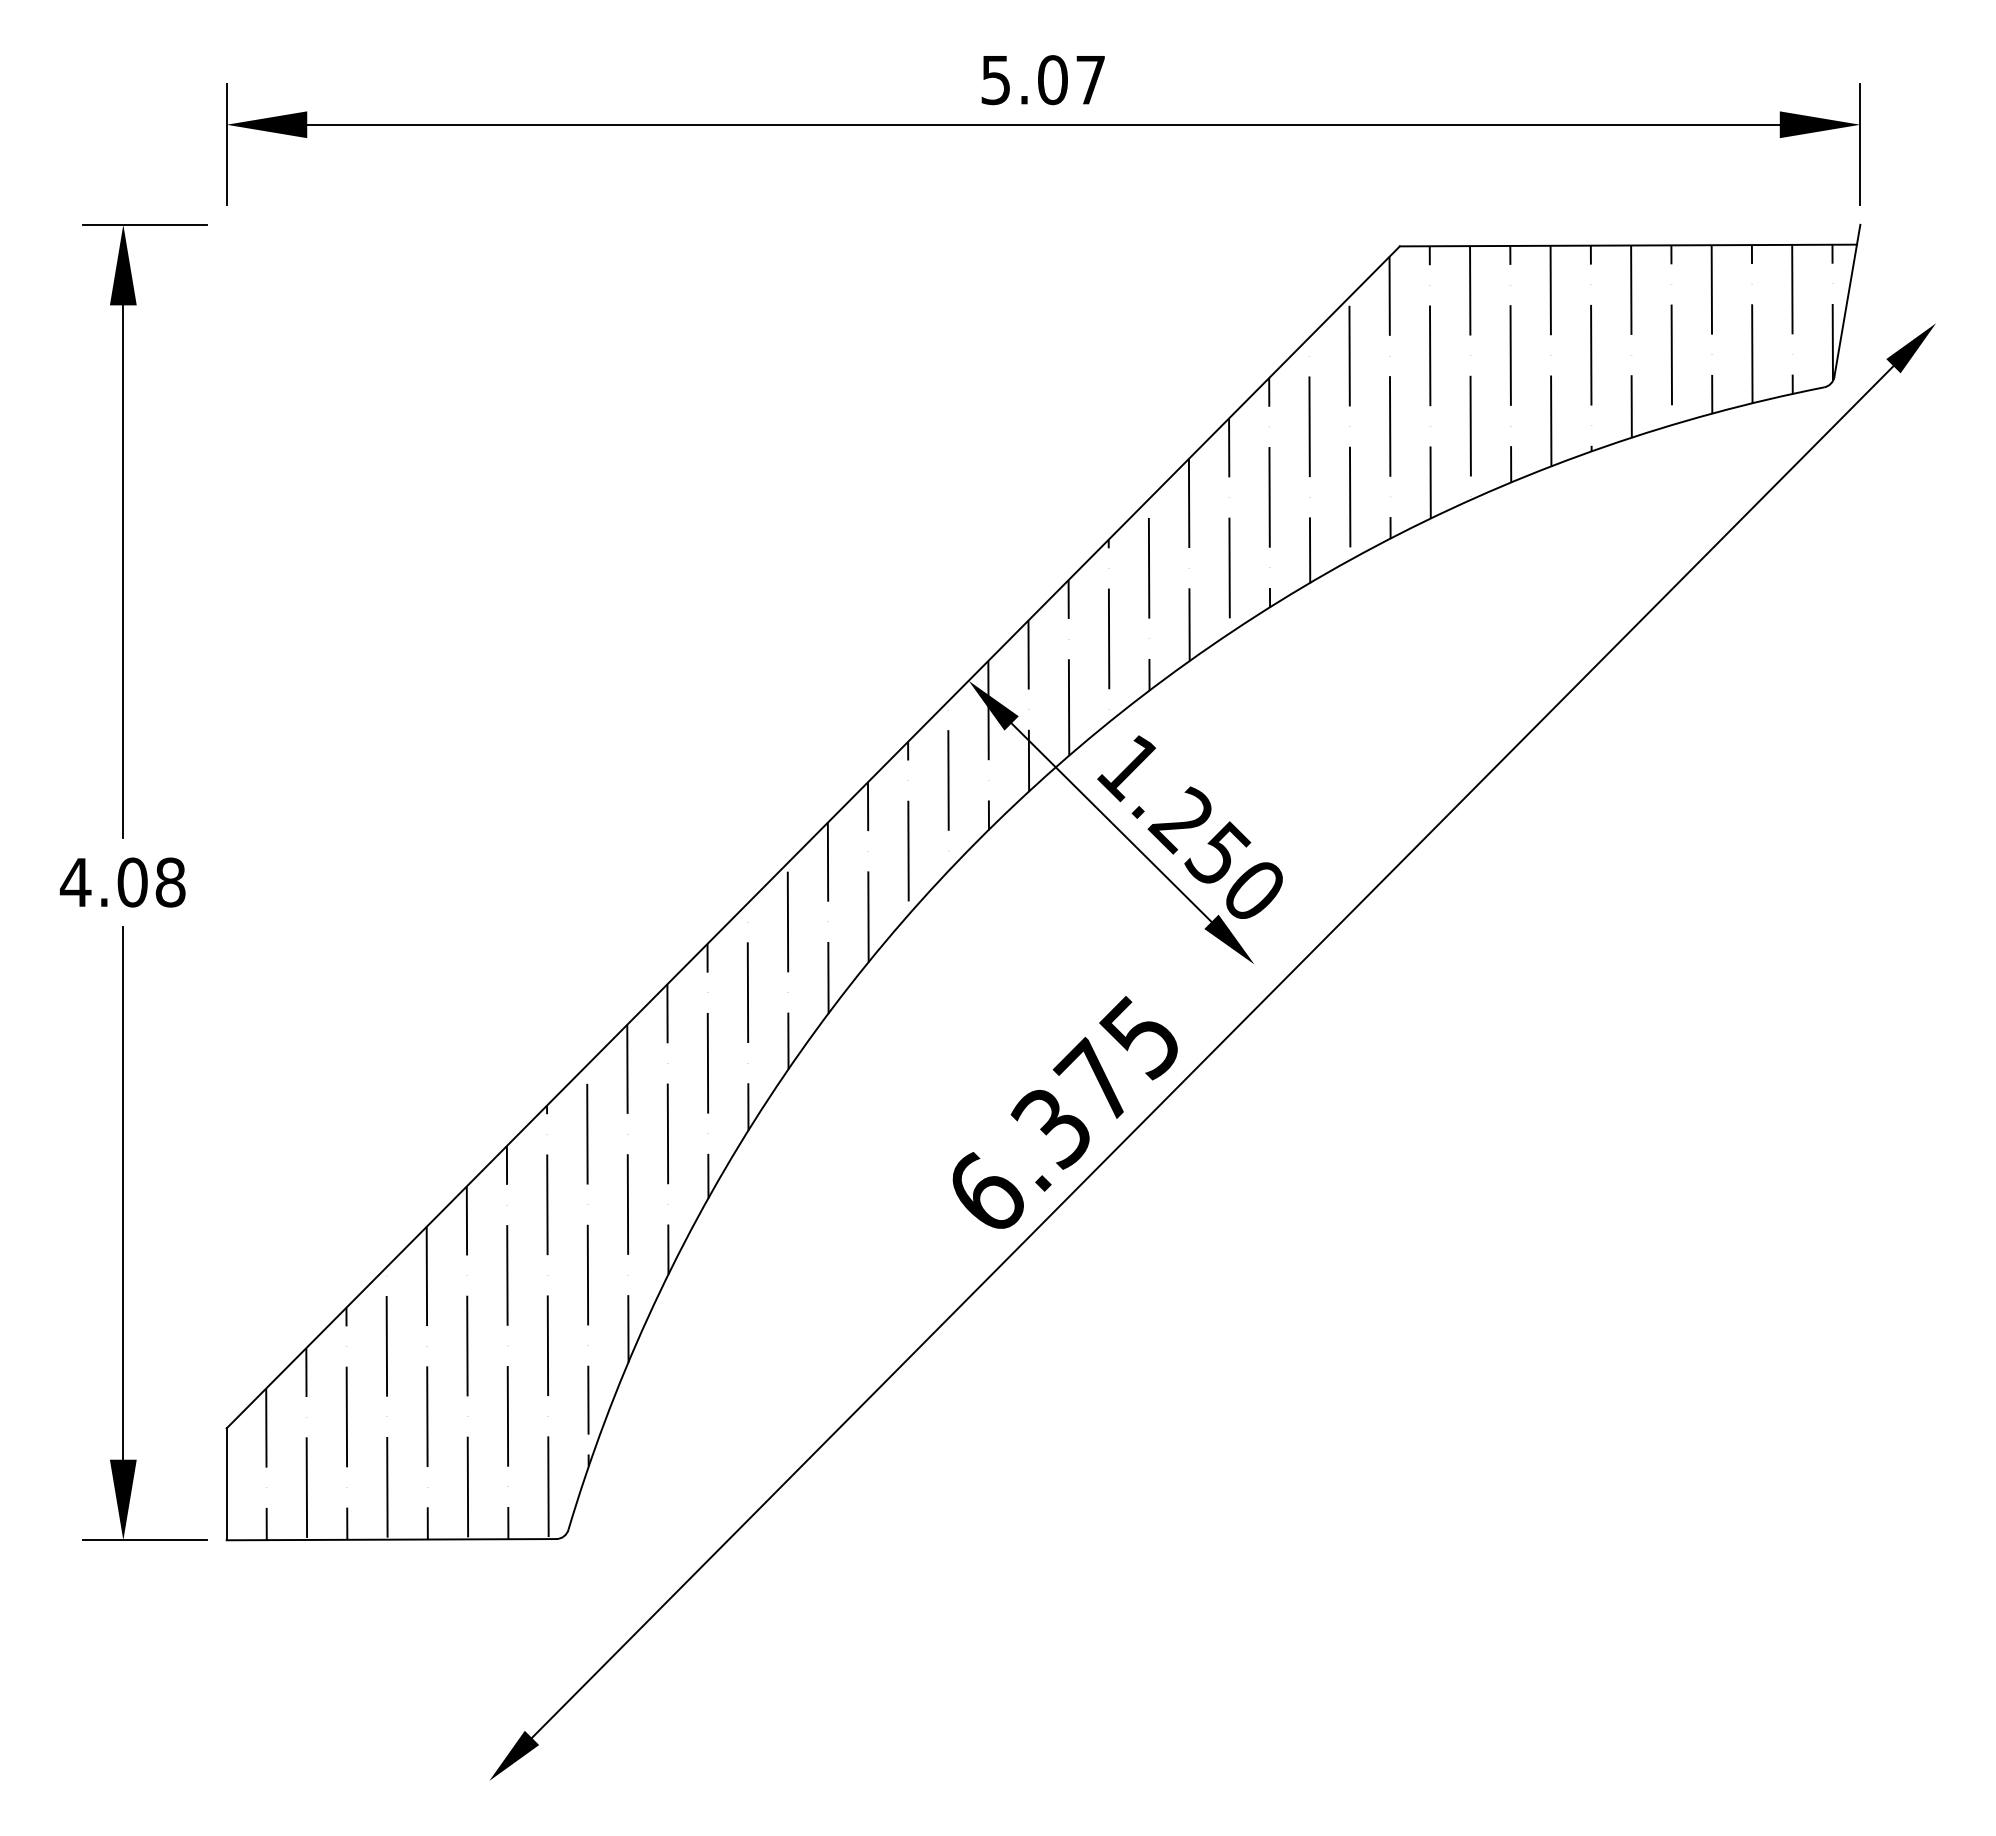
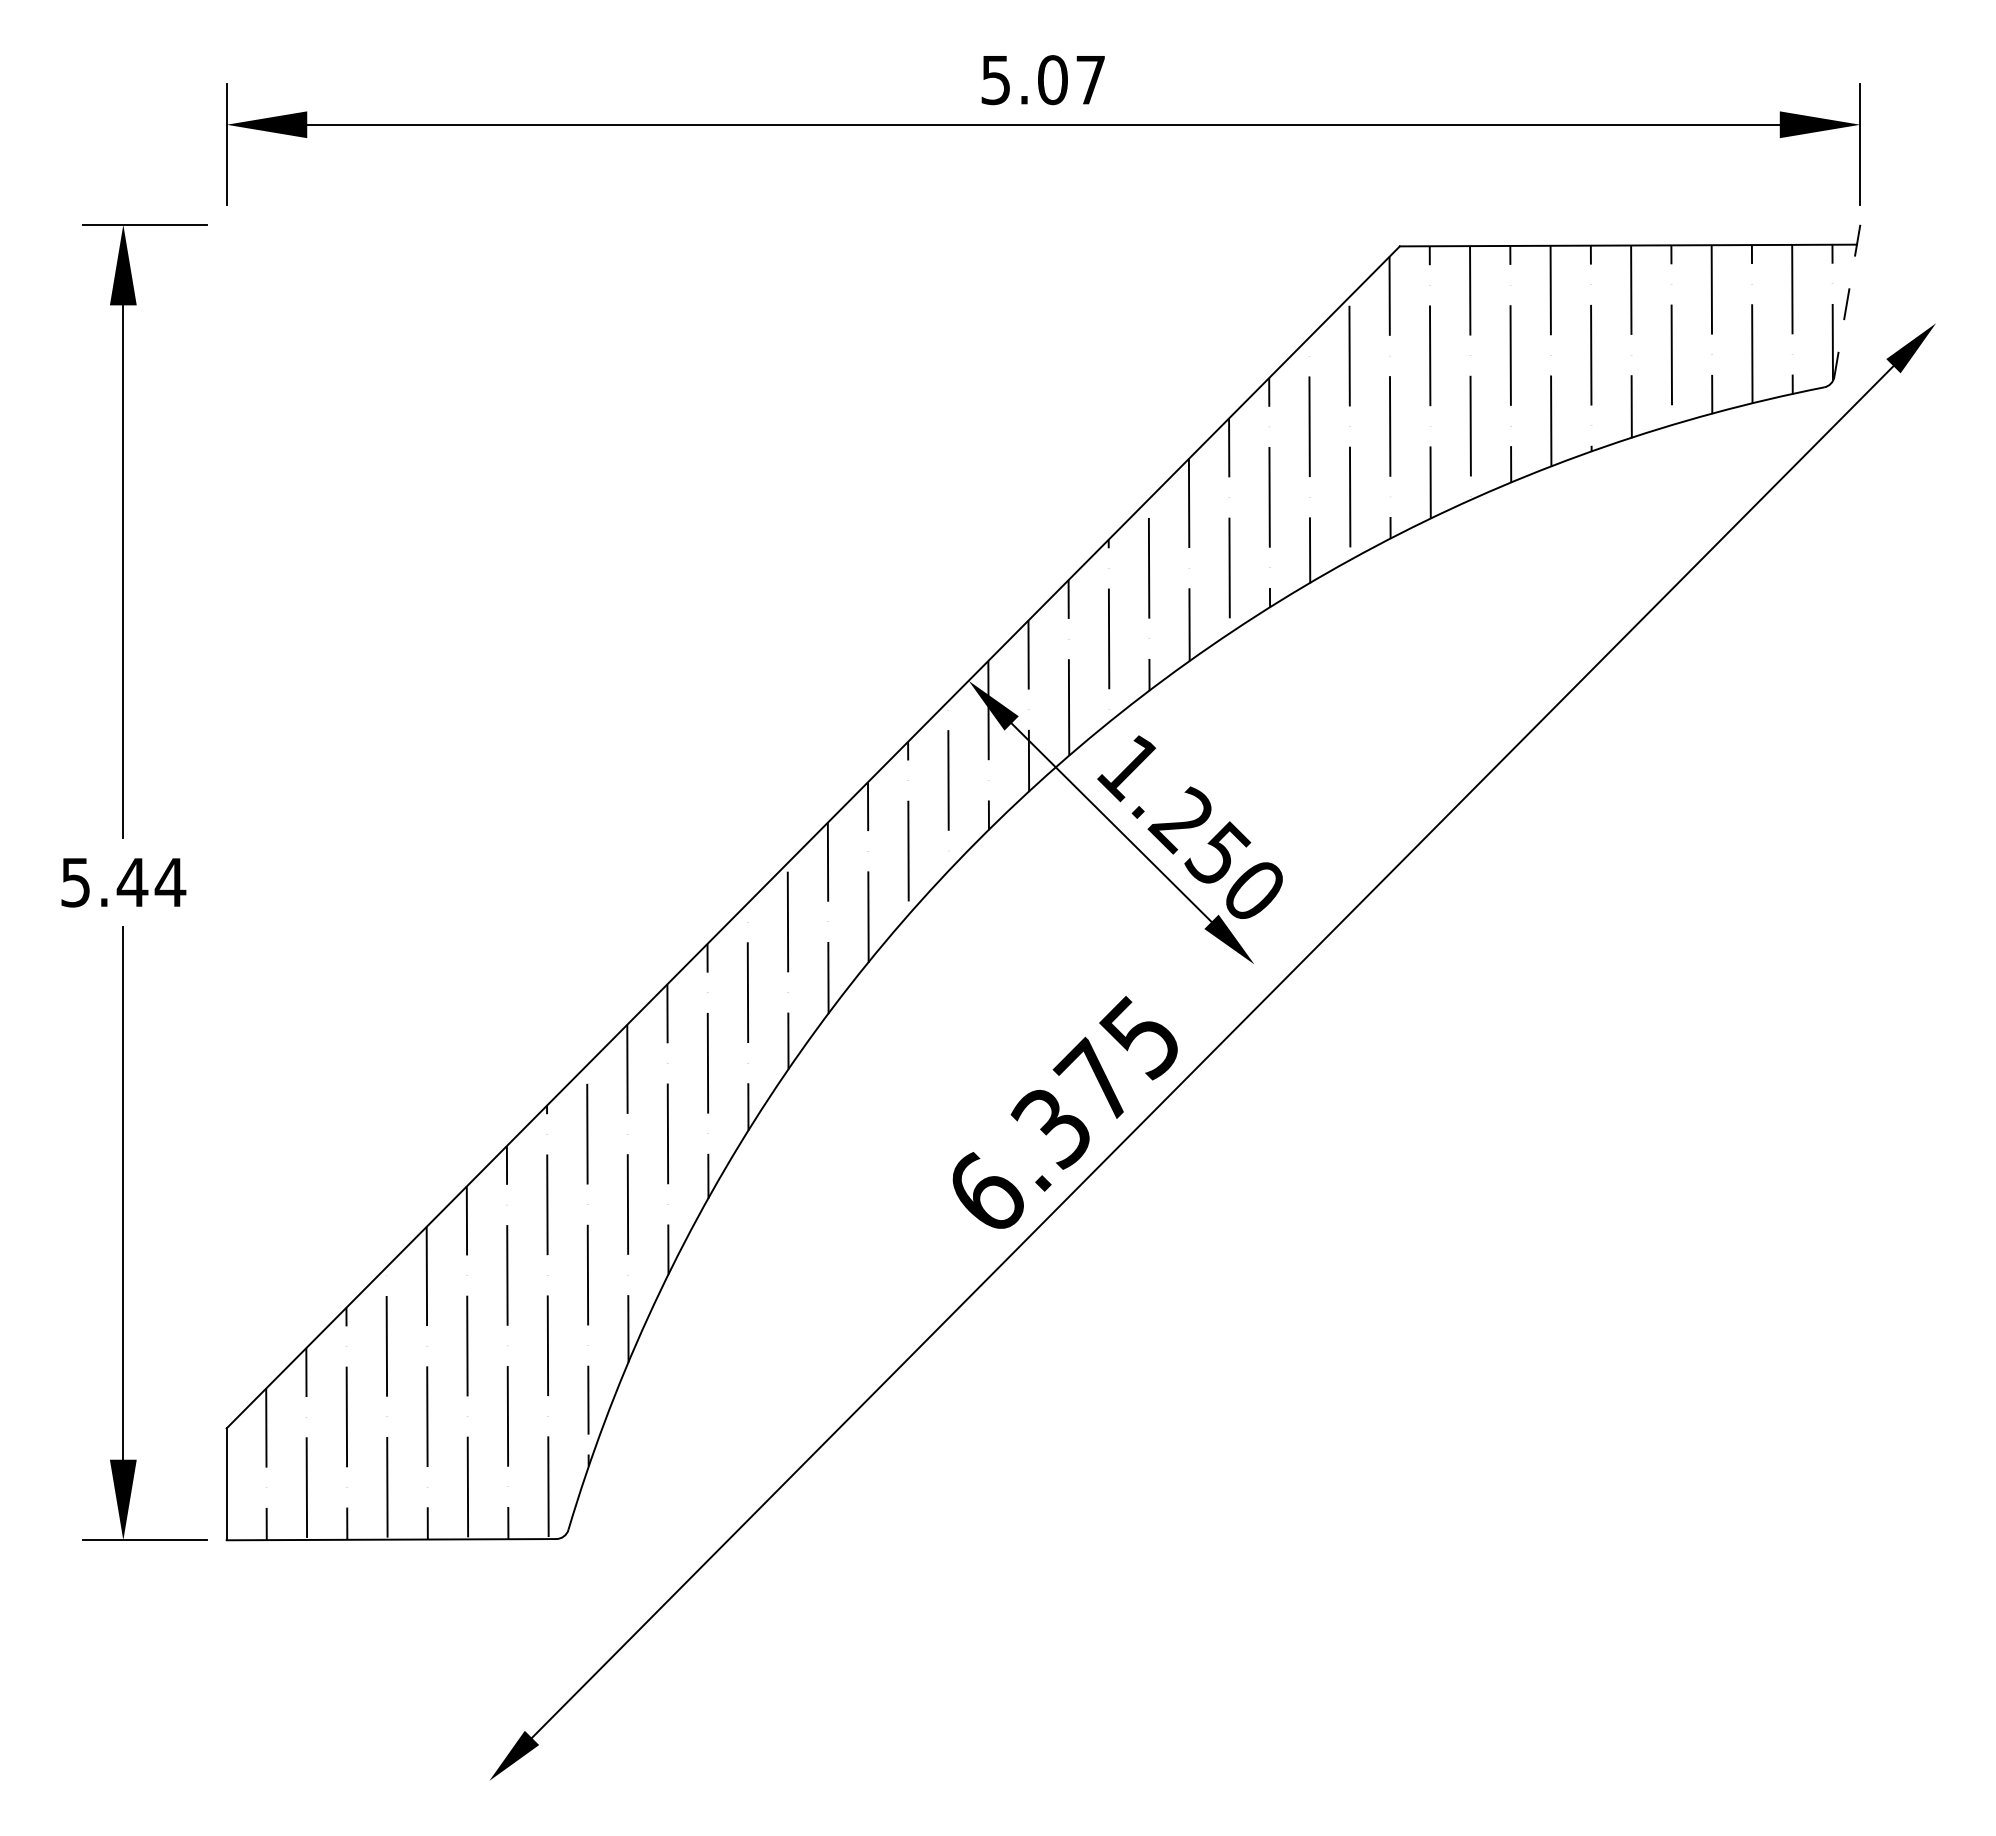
line at (1847, 301): solid -> dashed
text at (122, 882): 4.08 -> 5.44
